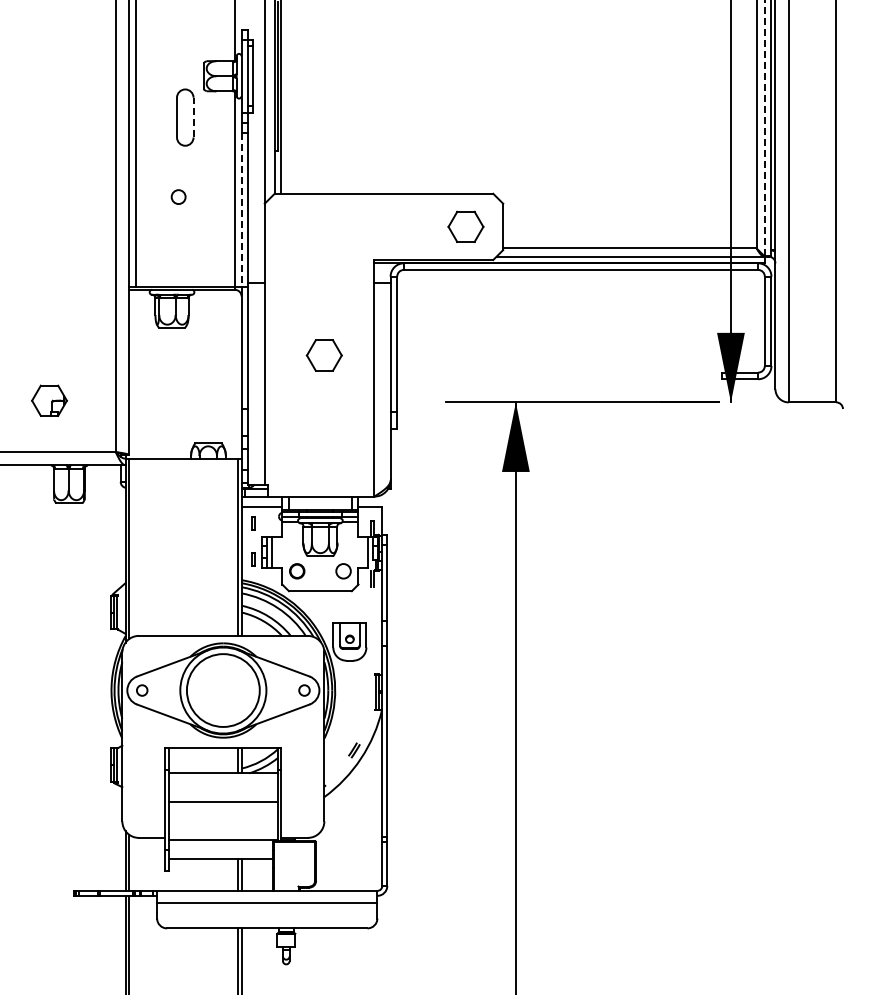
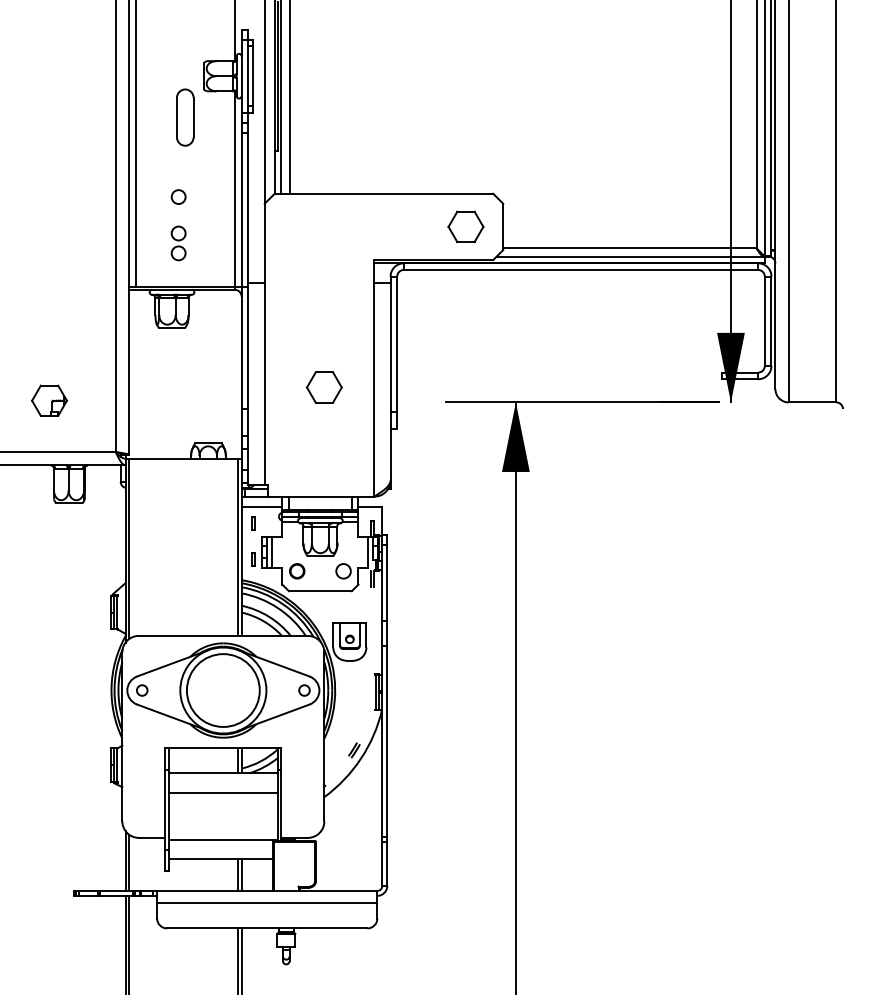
line at (289, 97): none -> present
line at (193, 117): dashed -> solid
line at (764, 128): dashed -> solid
line at (241, 209): dashed -> solid
part at (178, 243): none -> present
part at (323, 355) position: (323, 355) -> (323, 387)
line at (223, 802) position: (223, 802) -> (223, 793)
